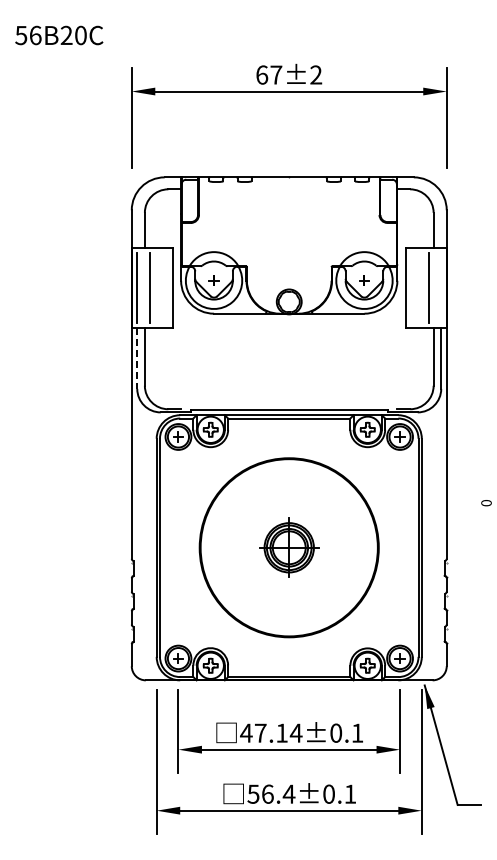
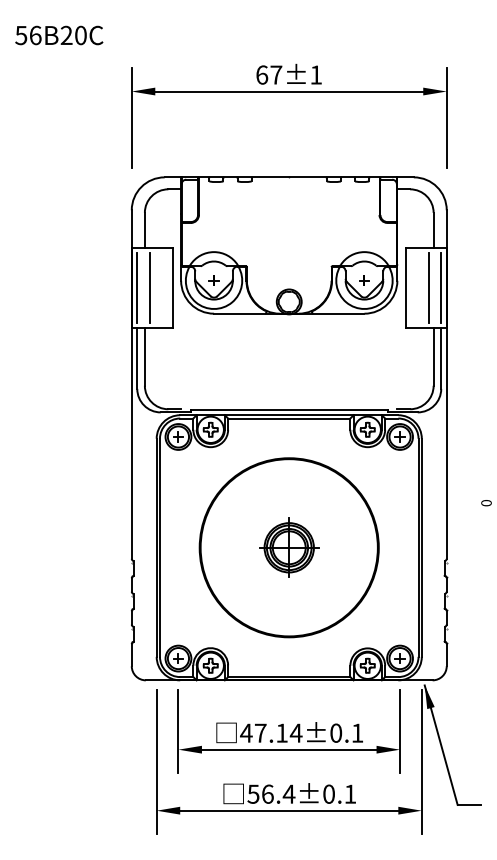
text at (316, 74): 67±2 -> 67±1
line at (441, 287): none -> present
line at (137, 358): dashed -> solid
